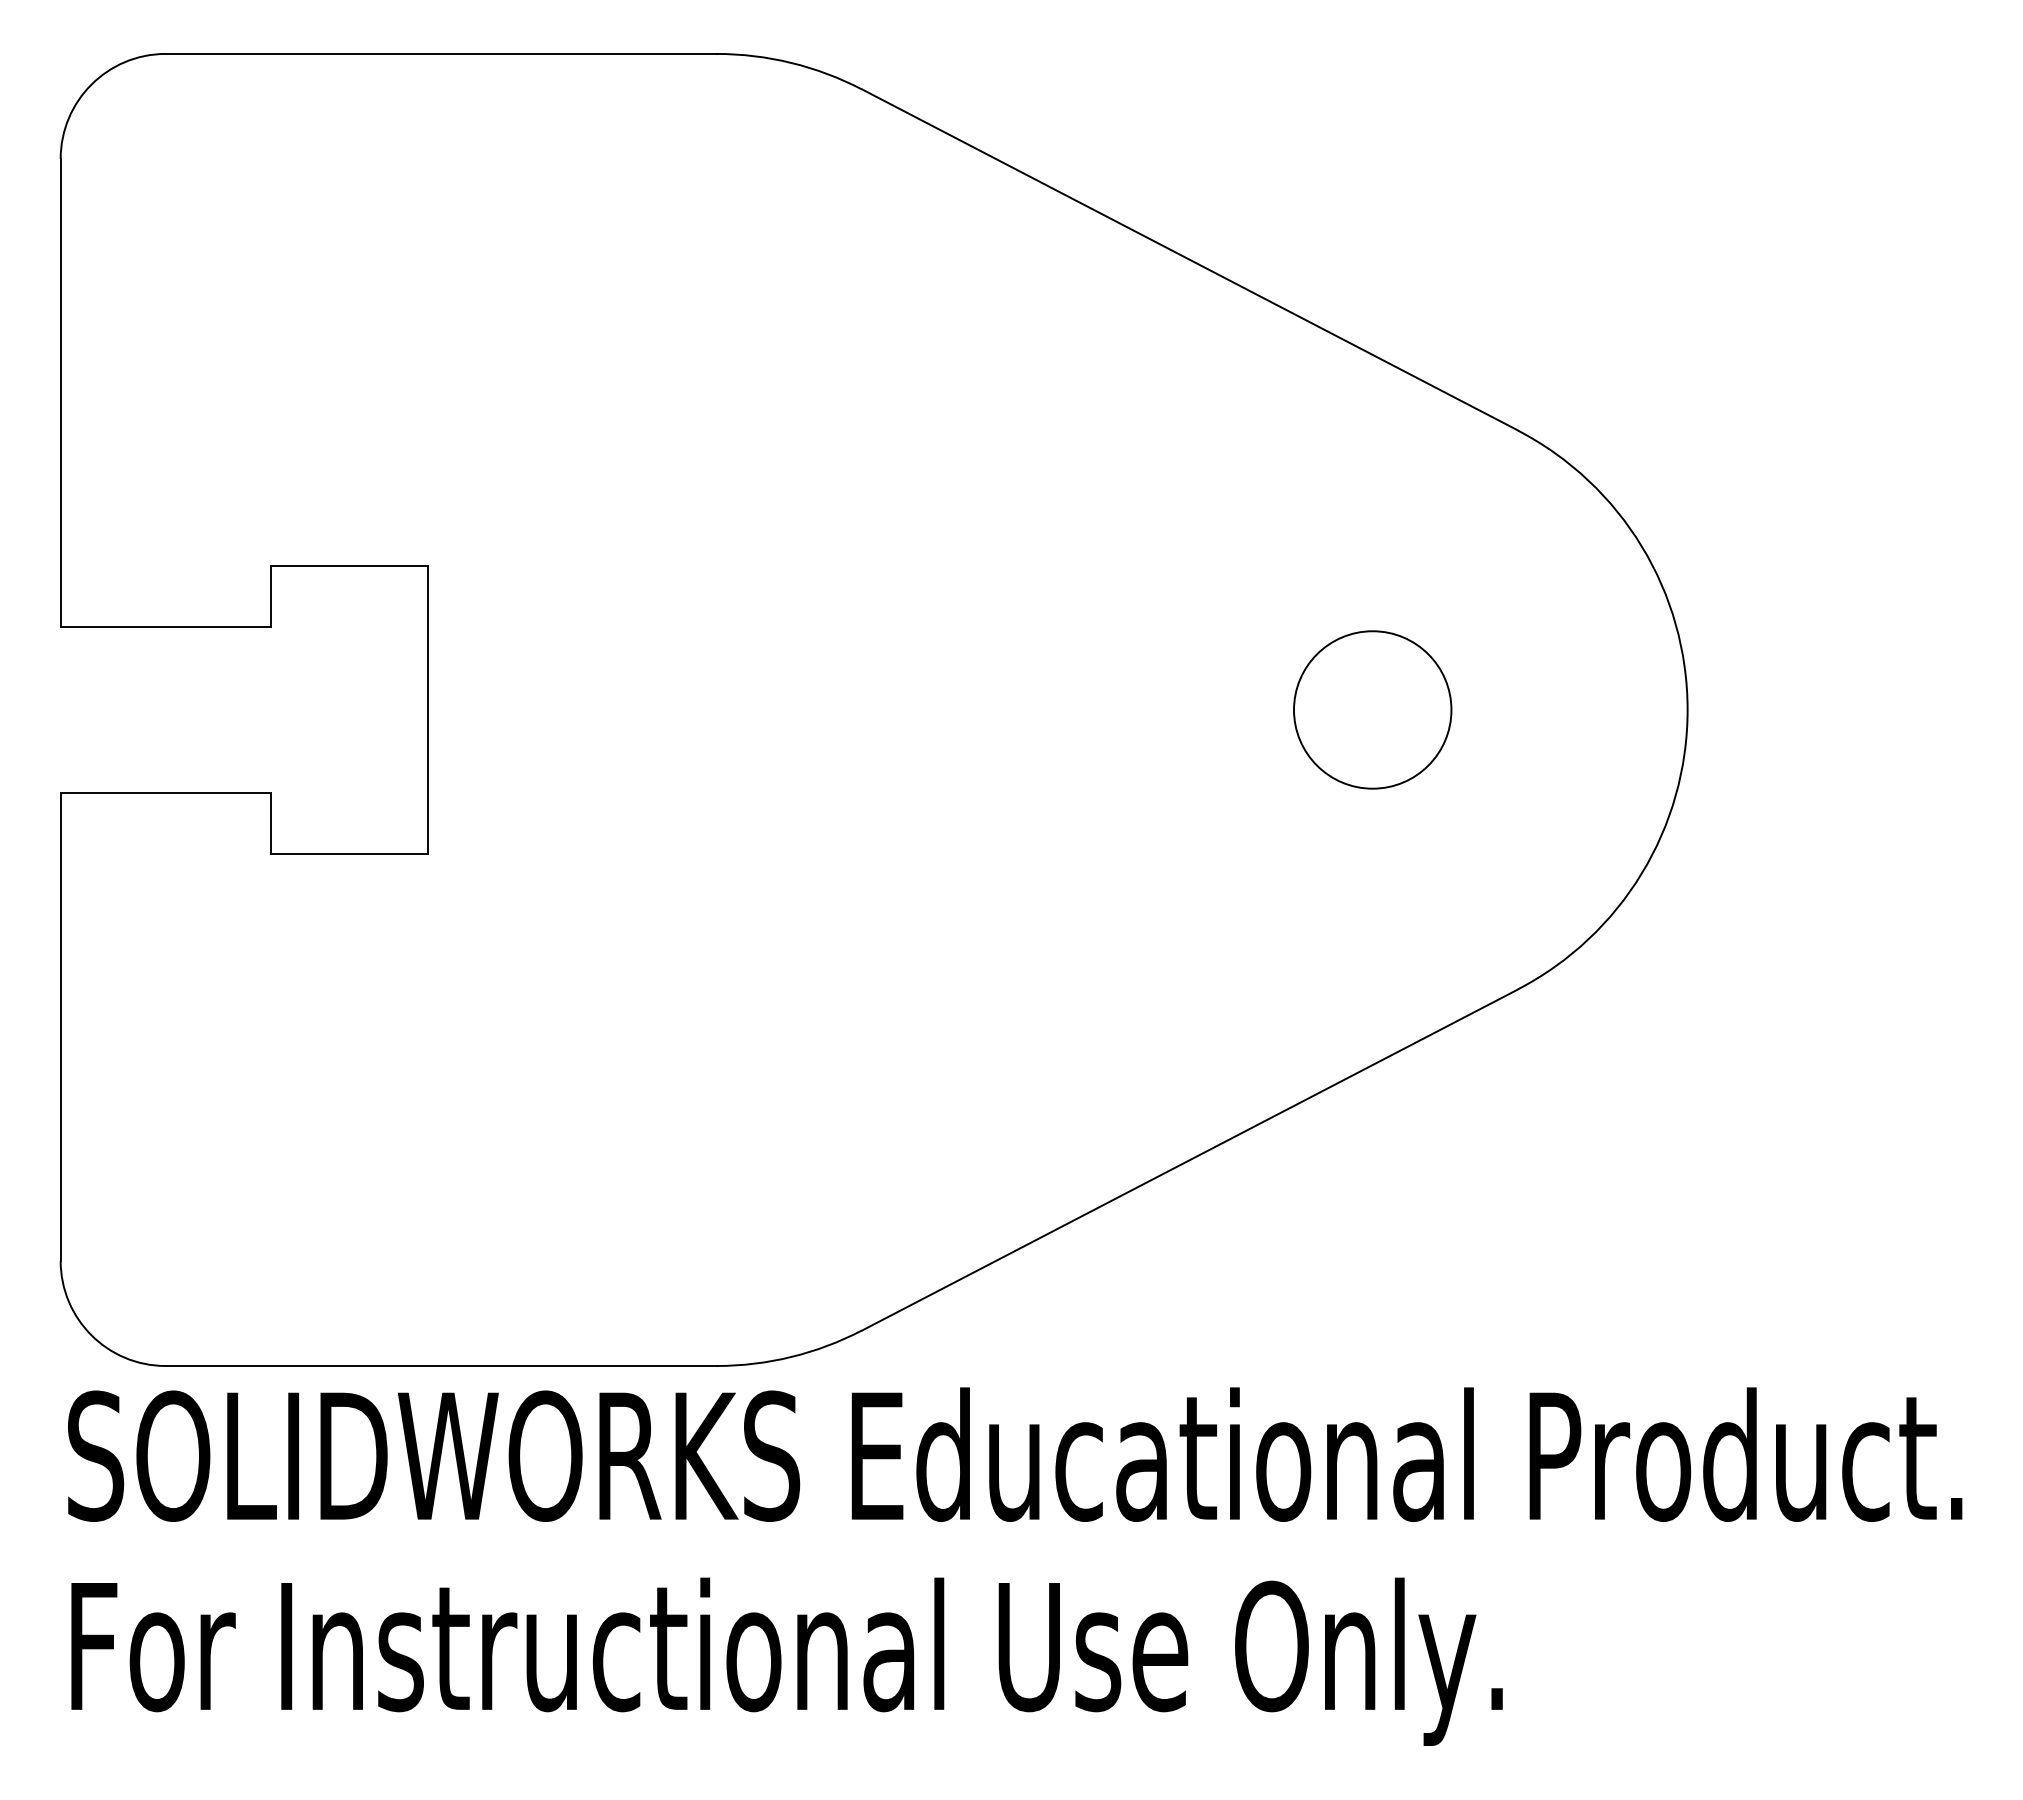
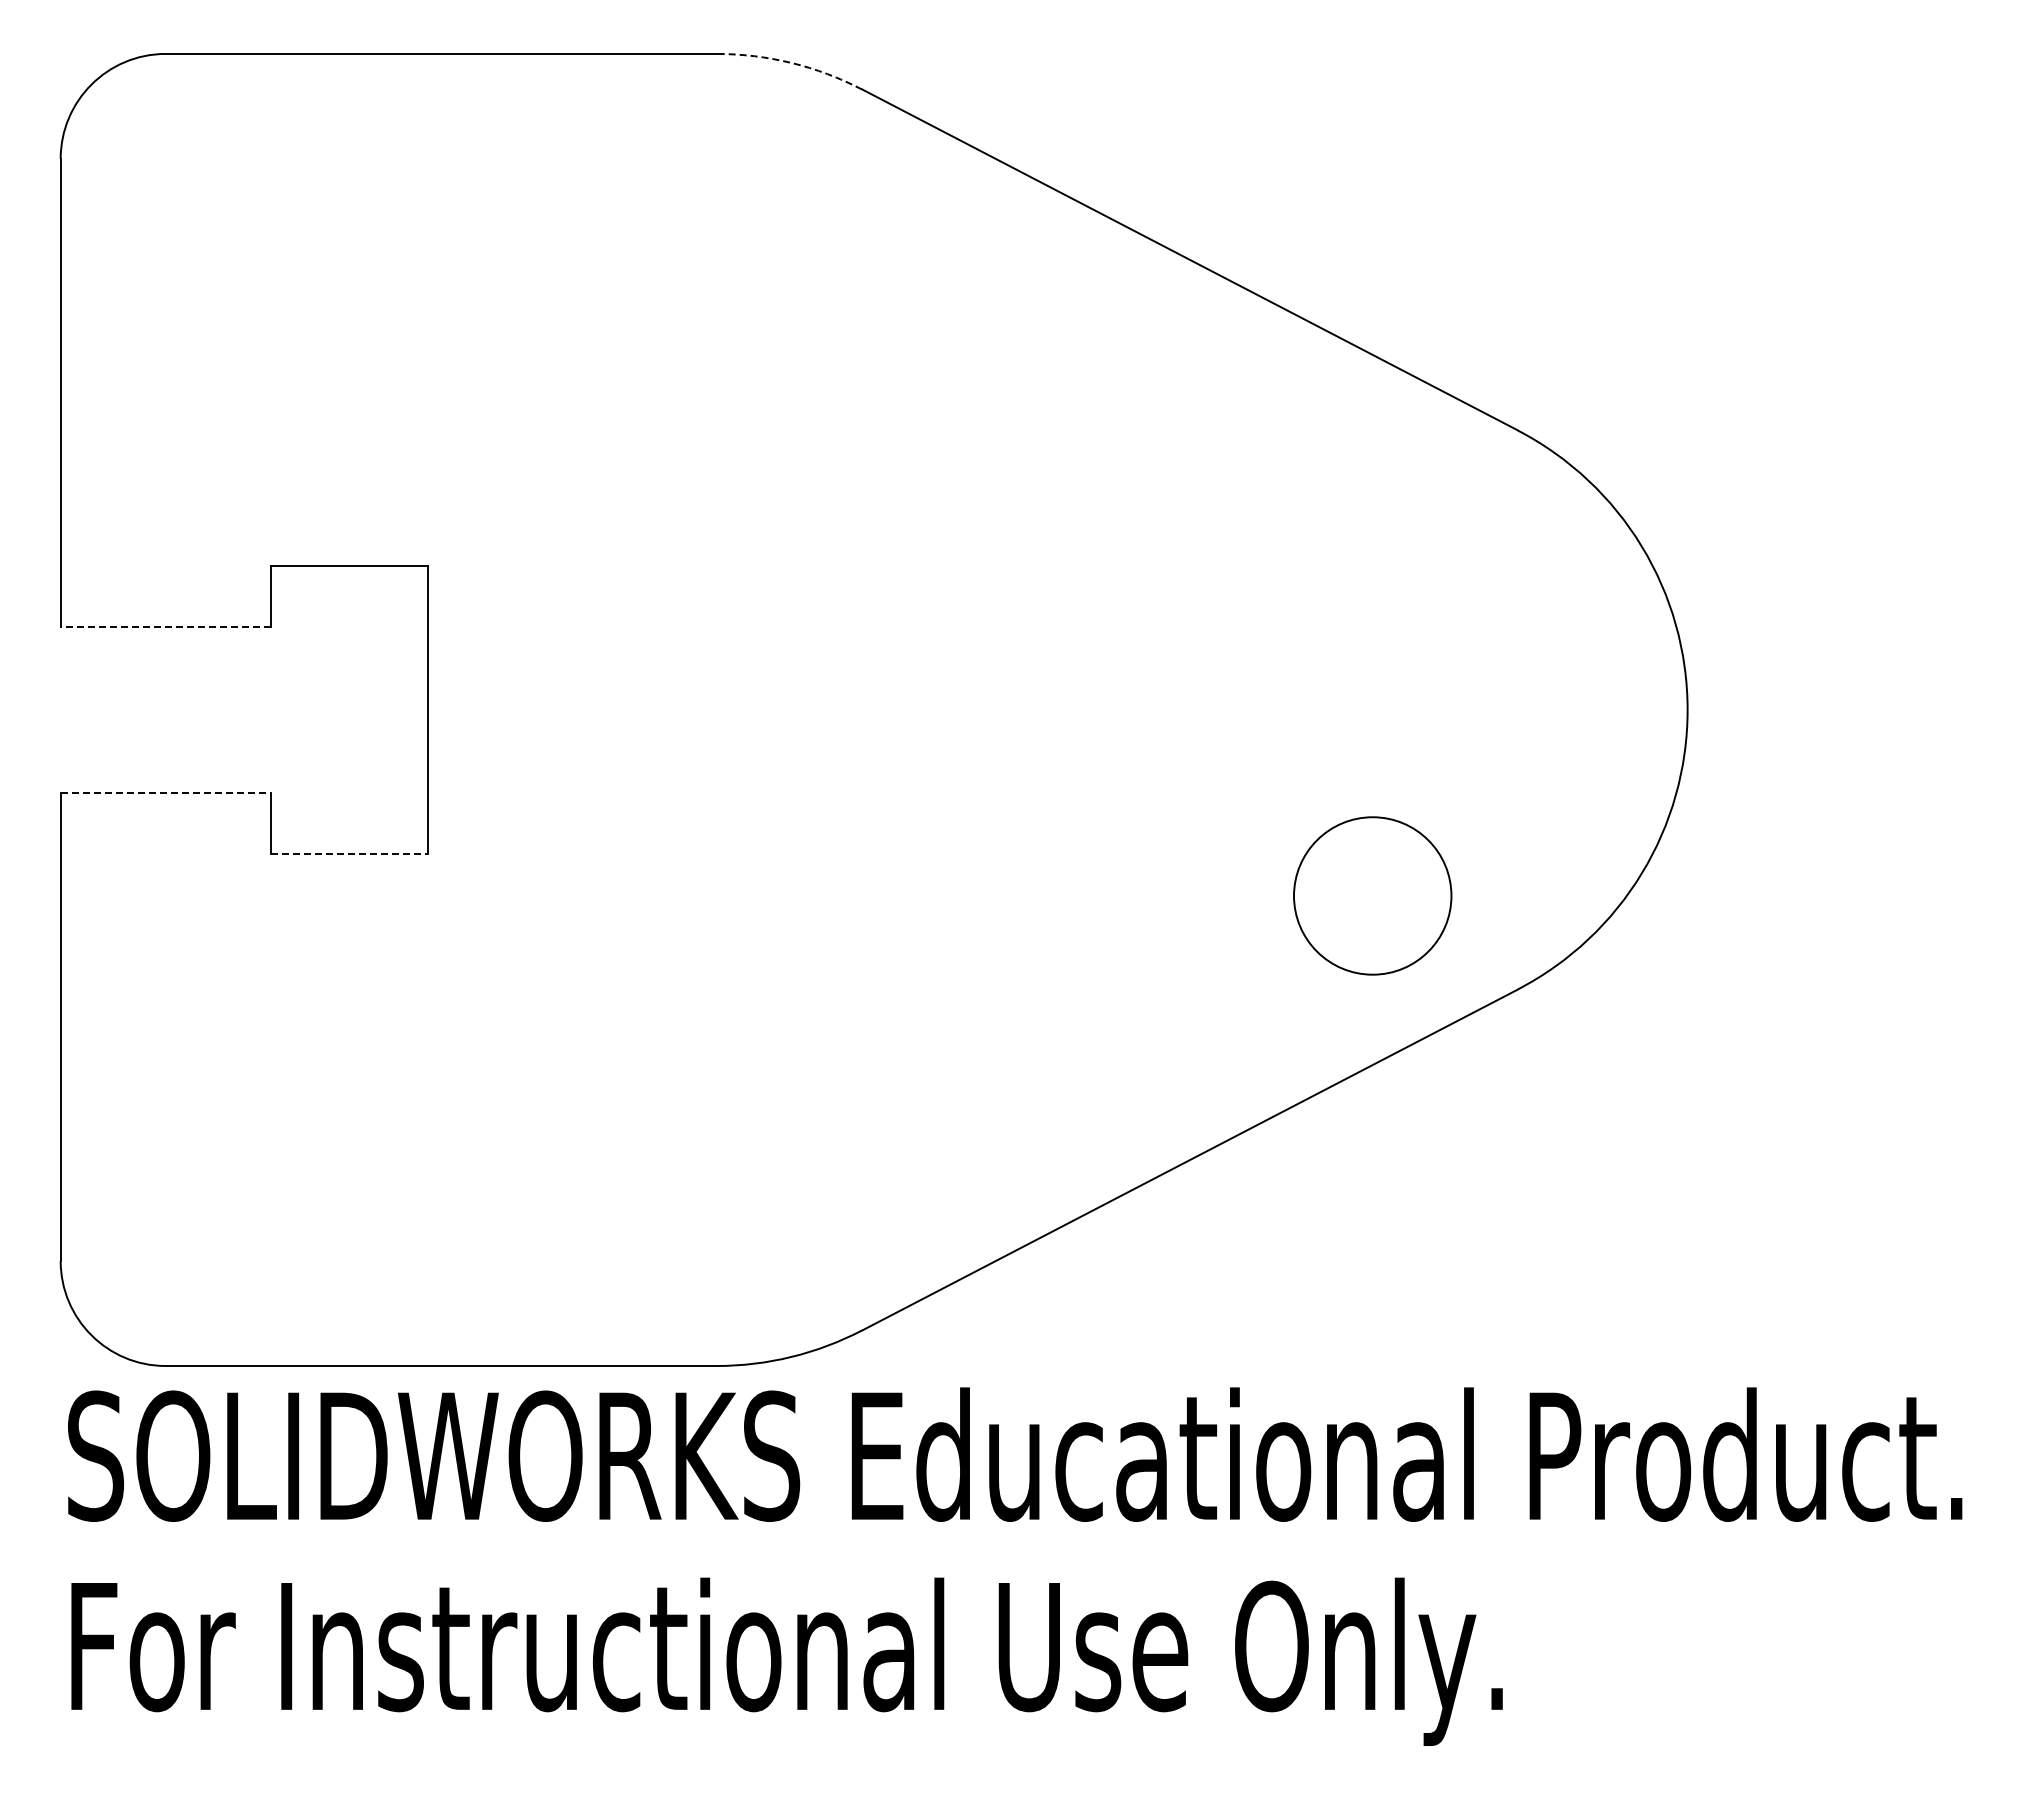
arc at (791, 62): solid -> dashed
line at (165, 626): solid -> dashed
circle at (1372, 709) position: (1372, 709) -> (1372, 895)
line at (165, 793): solid -> dashed
line at (349, 854): solid -> dashed
